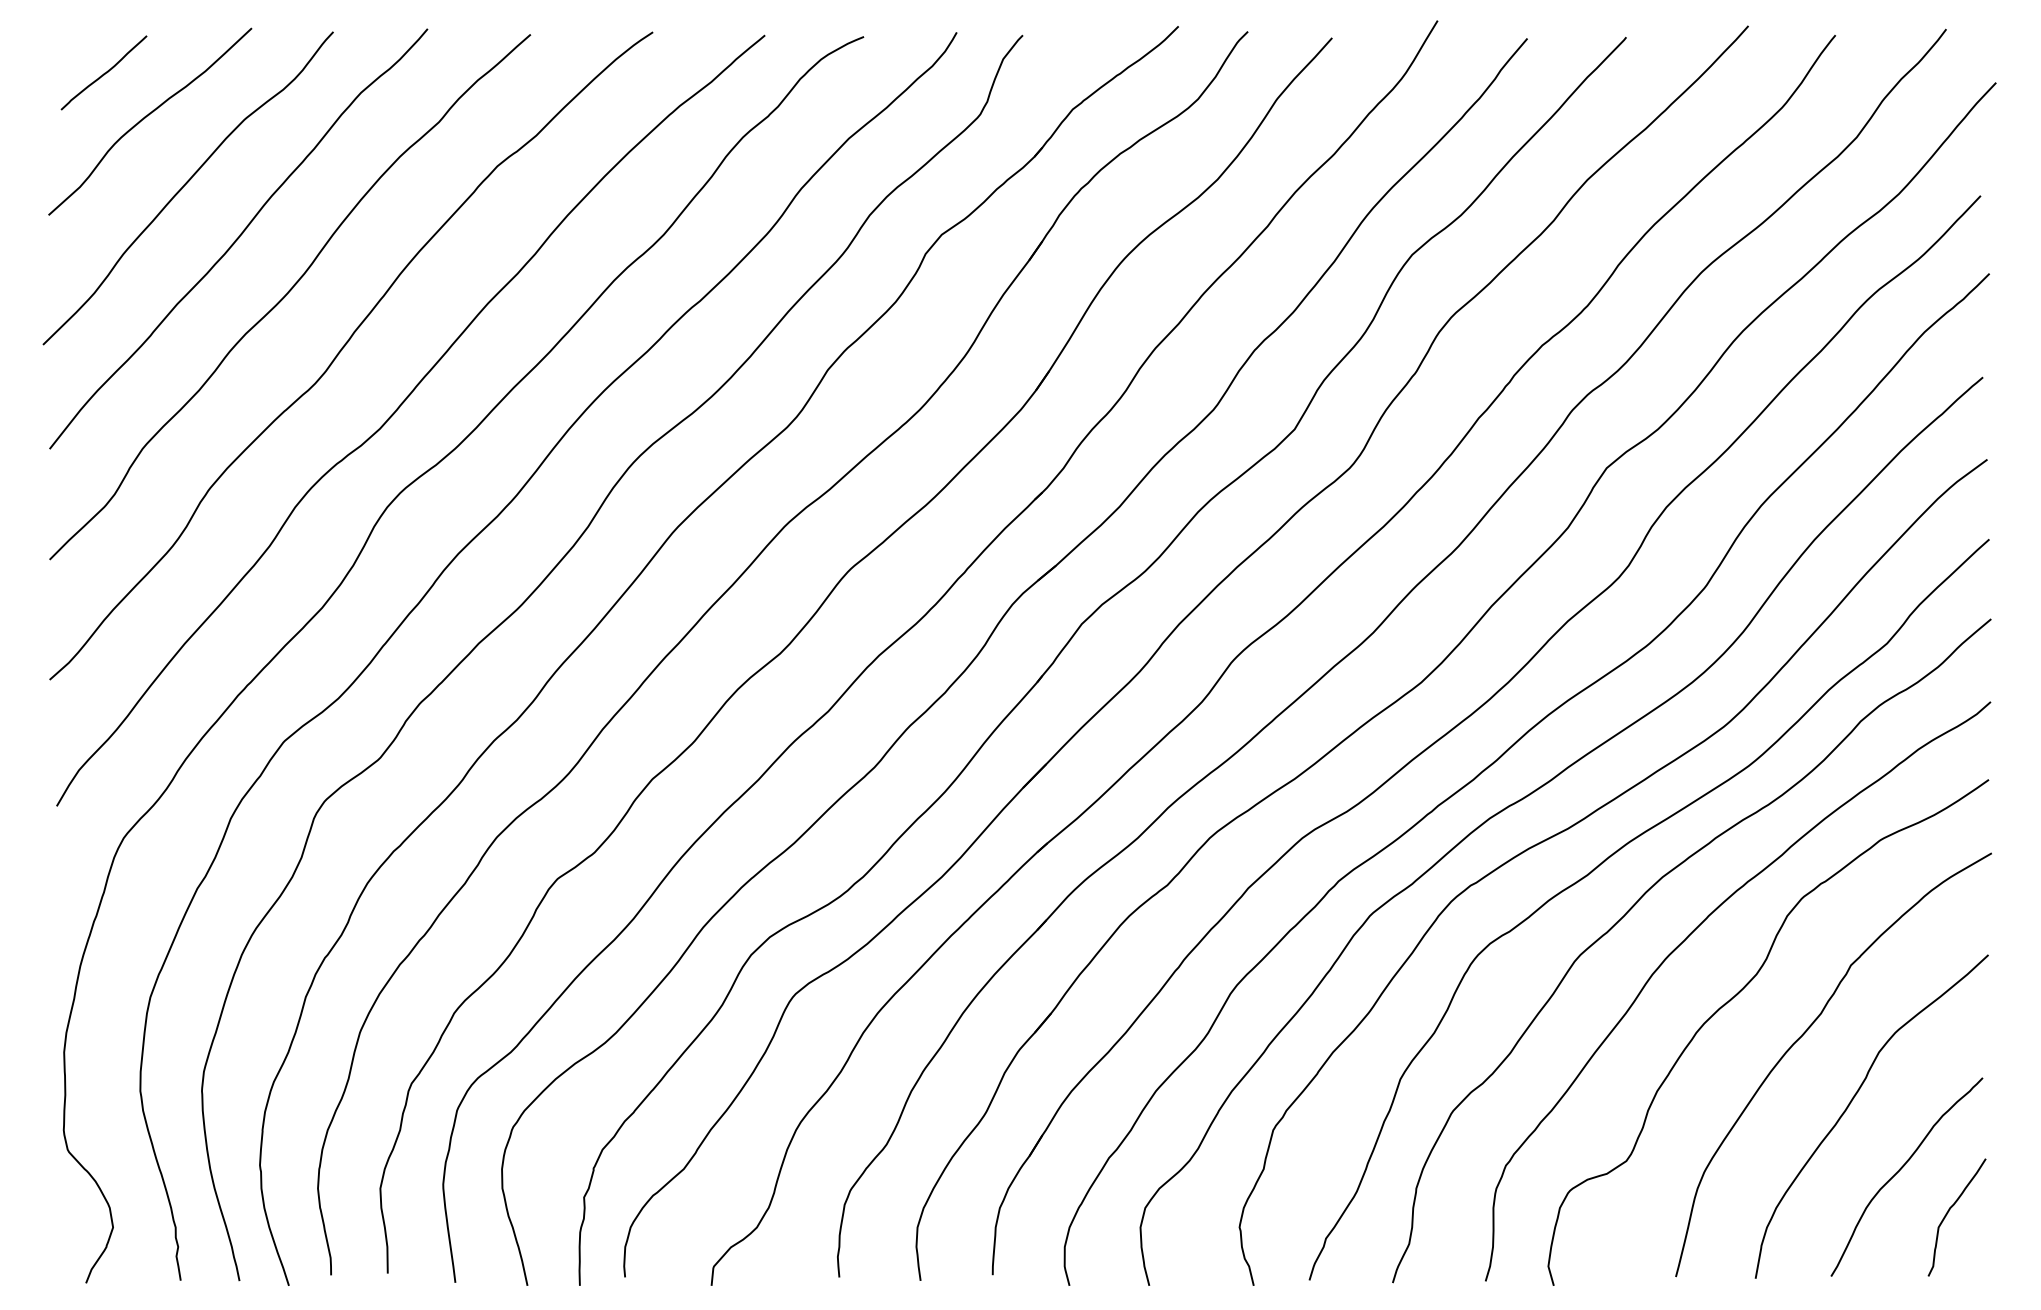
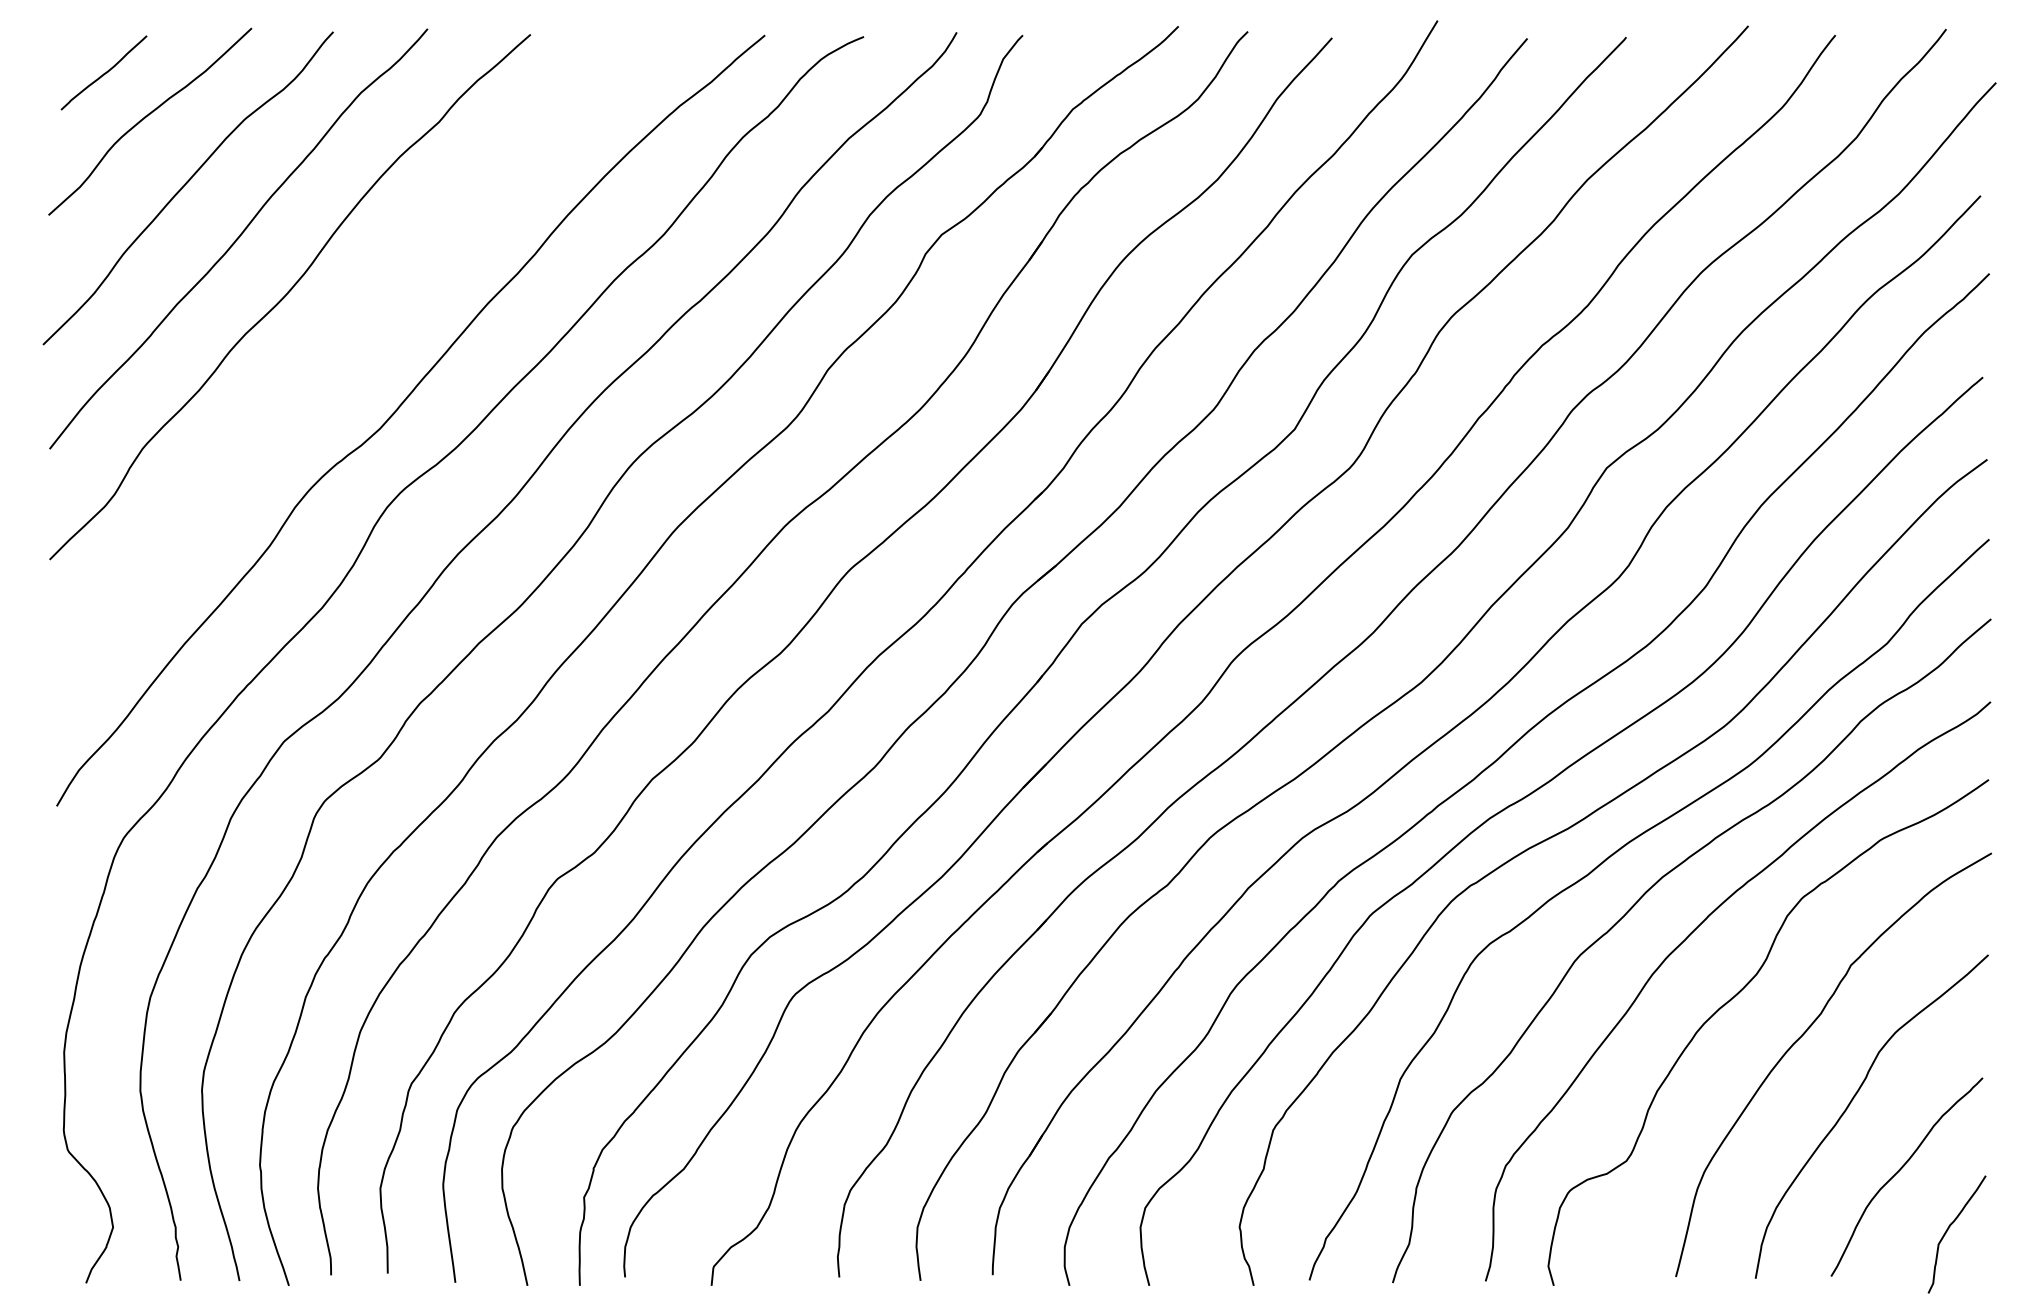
curve at (344, 347): present -> none
curve at (1948, 1213) position: (1948, 1213) -> (1948, 1230)
